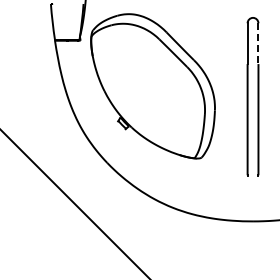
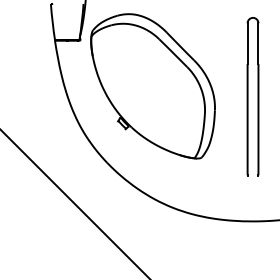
line at (258, 44): dashed -> solid
